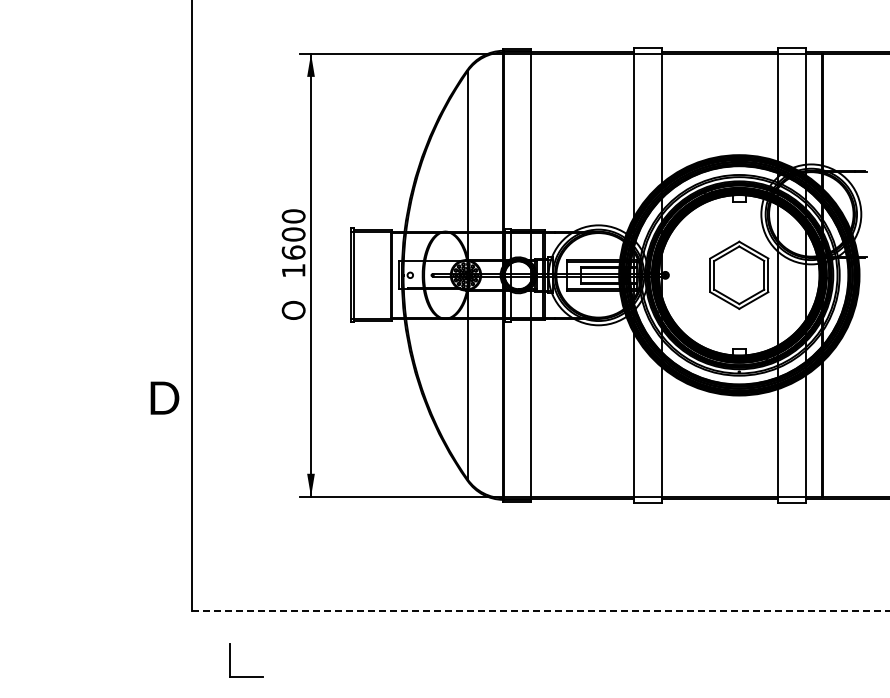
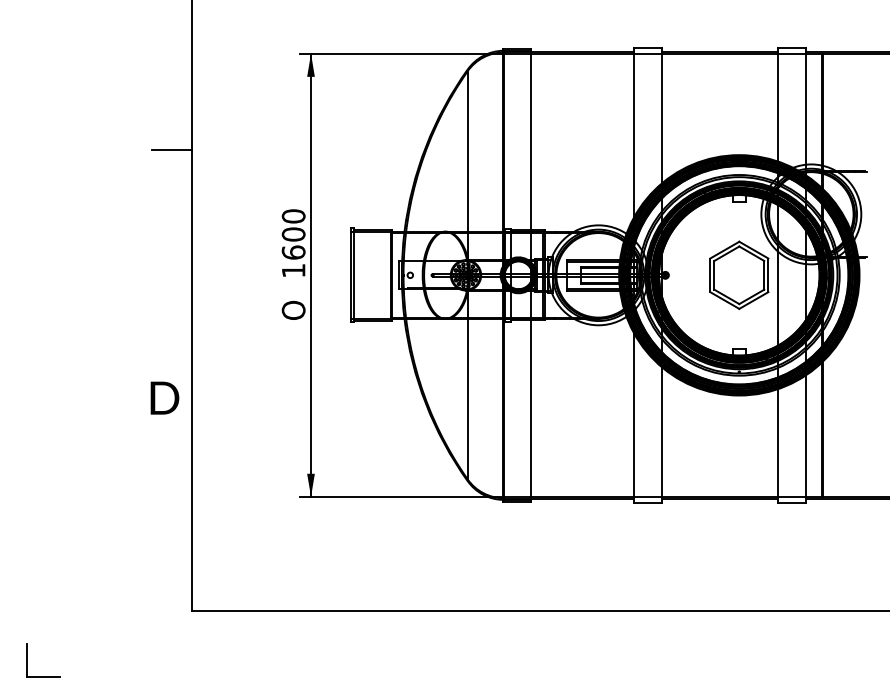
line at (171, 149): none -> present
line at (540, 611): dashed -> solid
part at (230, 660) position: (230, 660) -> (27, 660)
